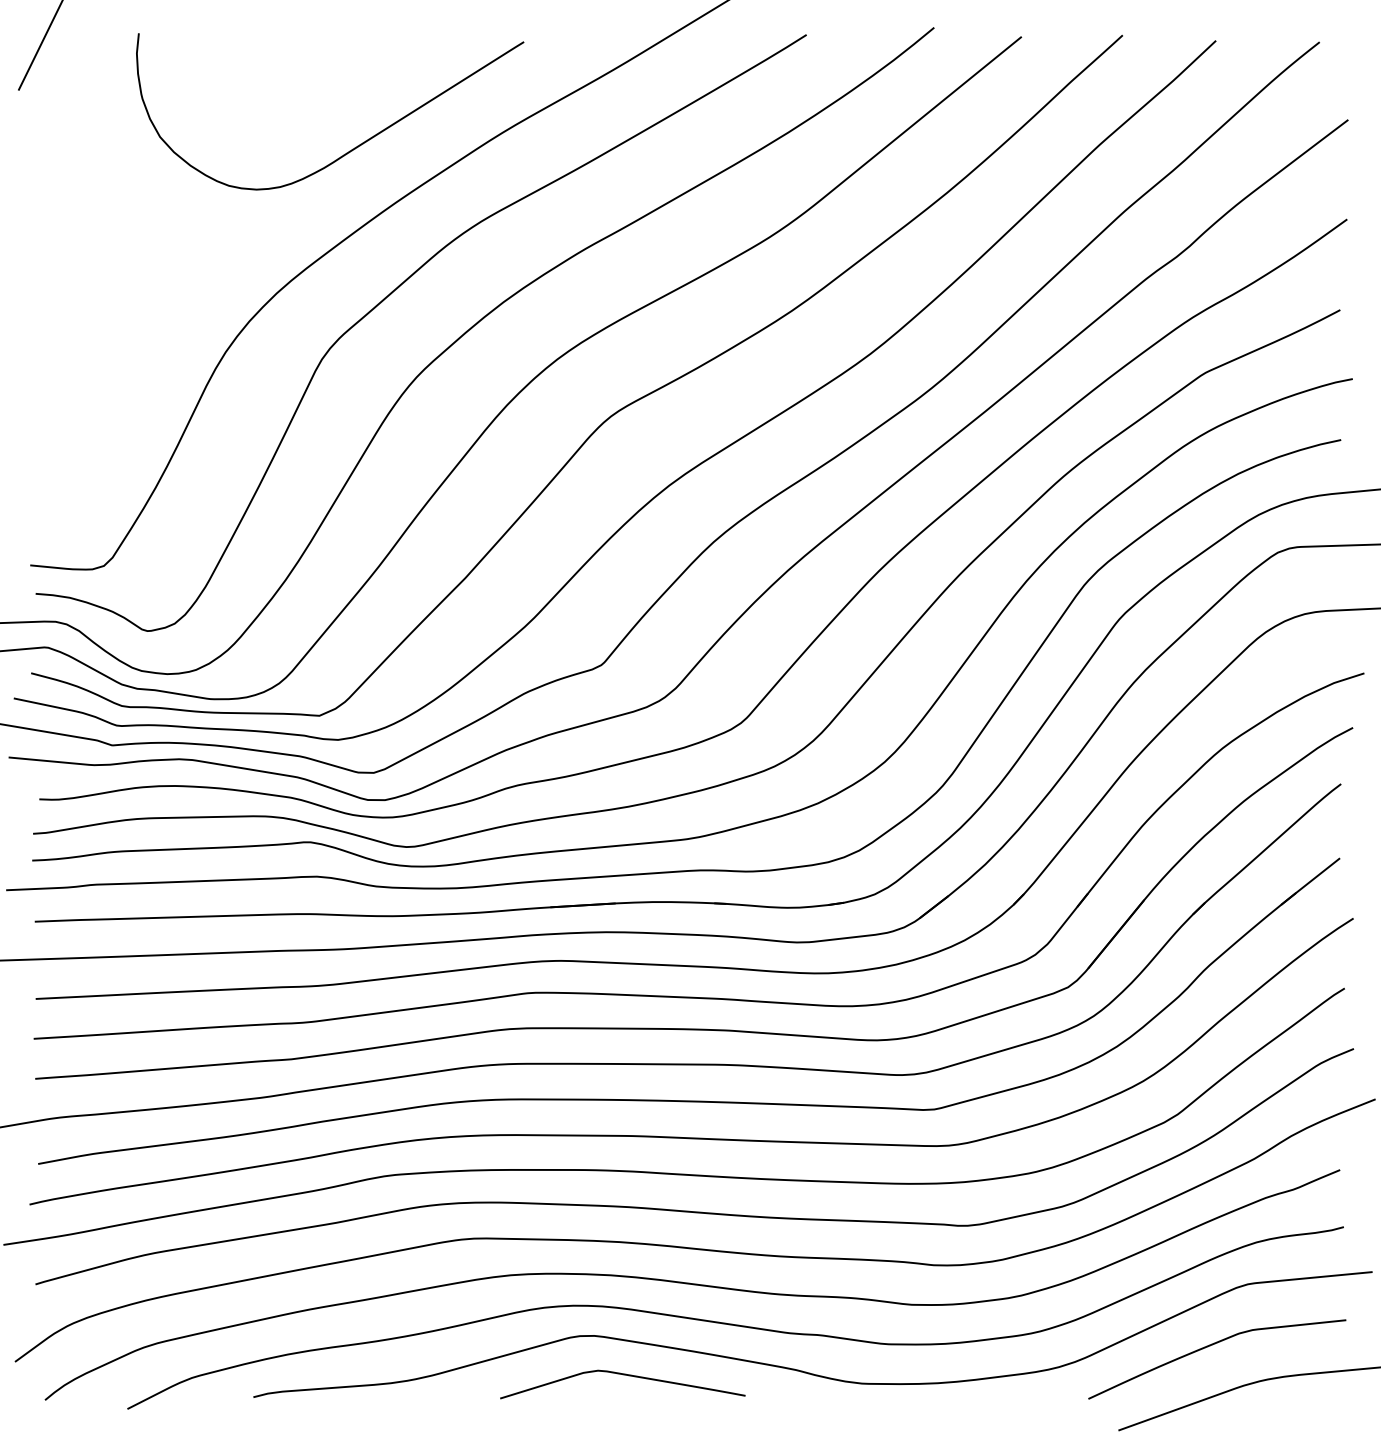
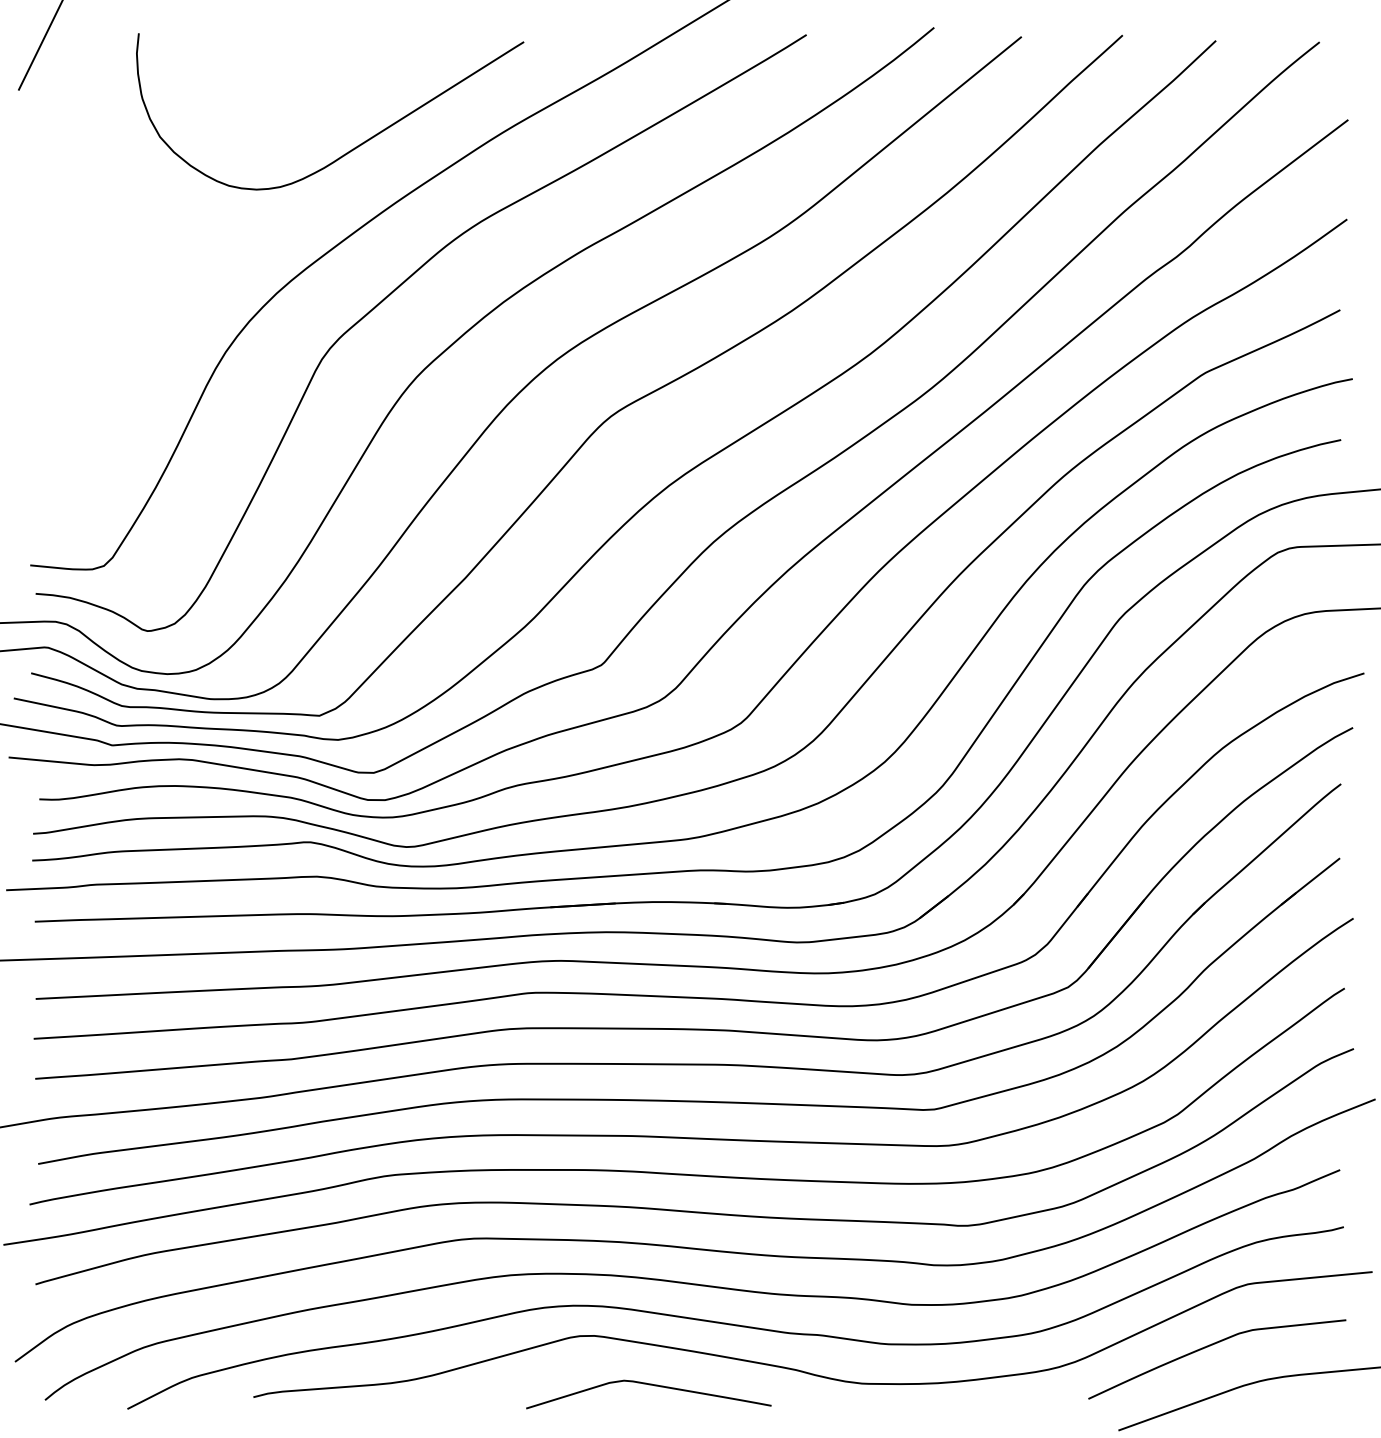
curve at (623, 1375) position: (623, 1375) -> (649, 1385)
